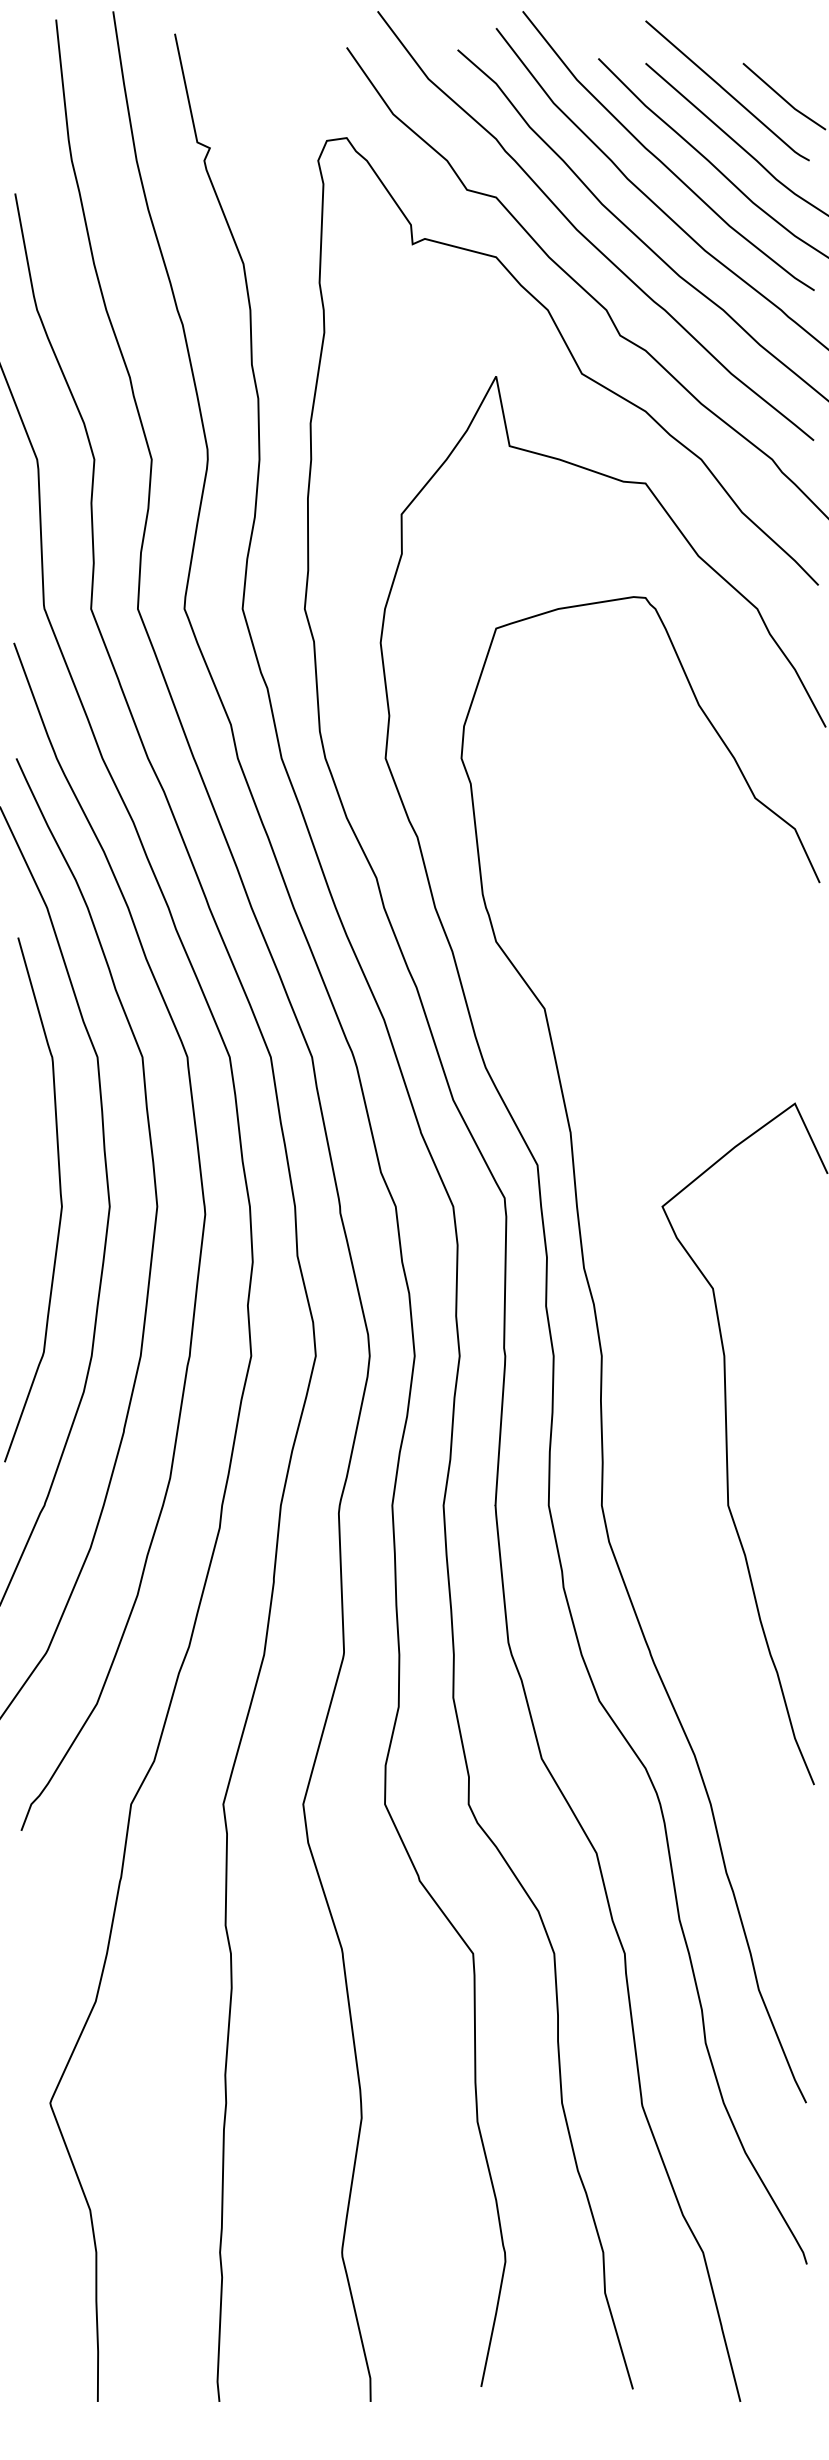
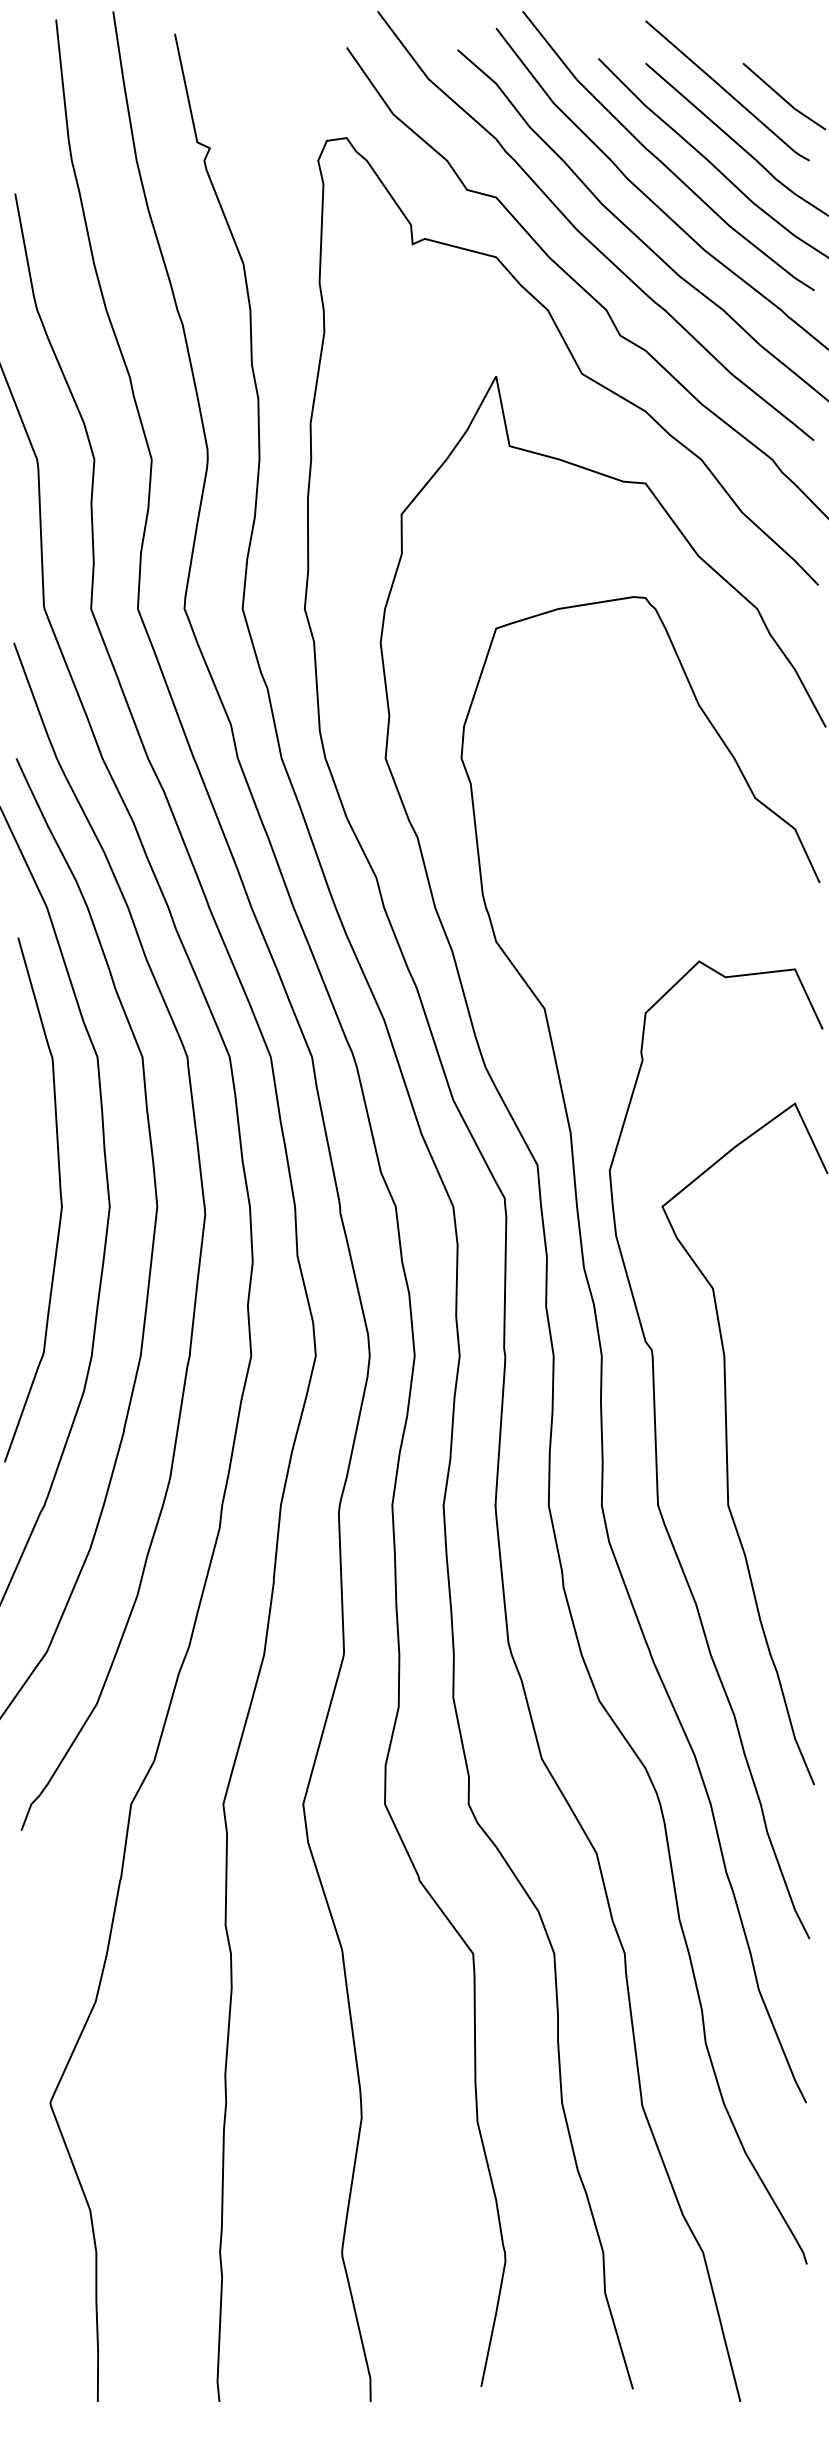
curve at (657, 1454): none -> present
